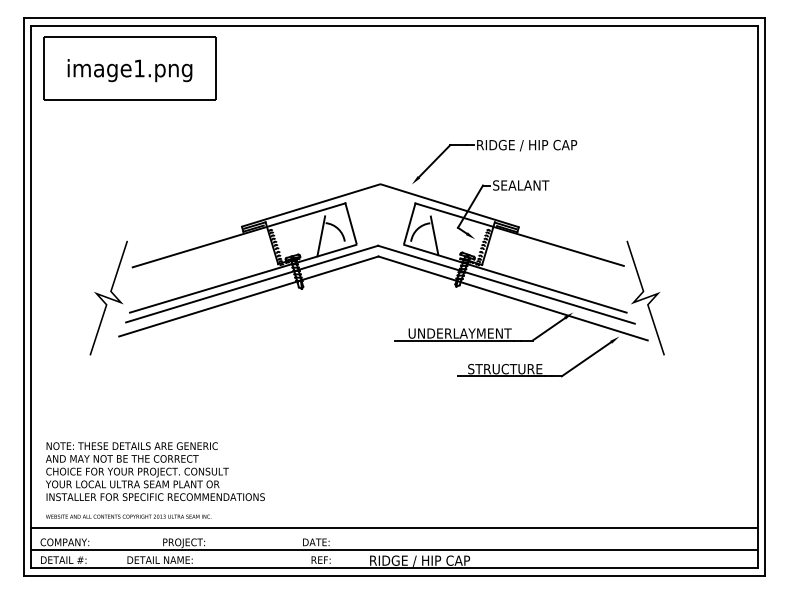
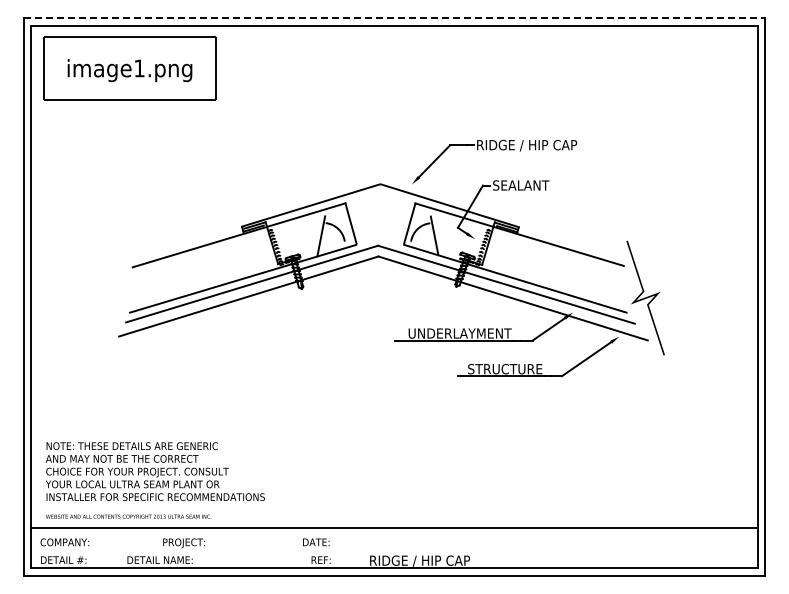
line at (394, 17): solid -> dashed
curve at (108, 297): present -> none
line at (394, 549): present -> none
